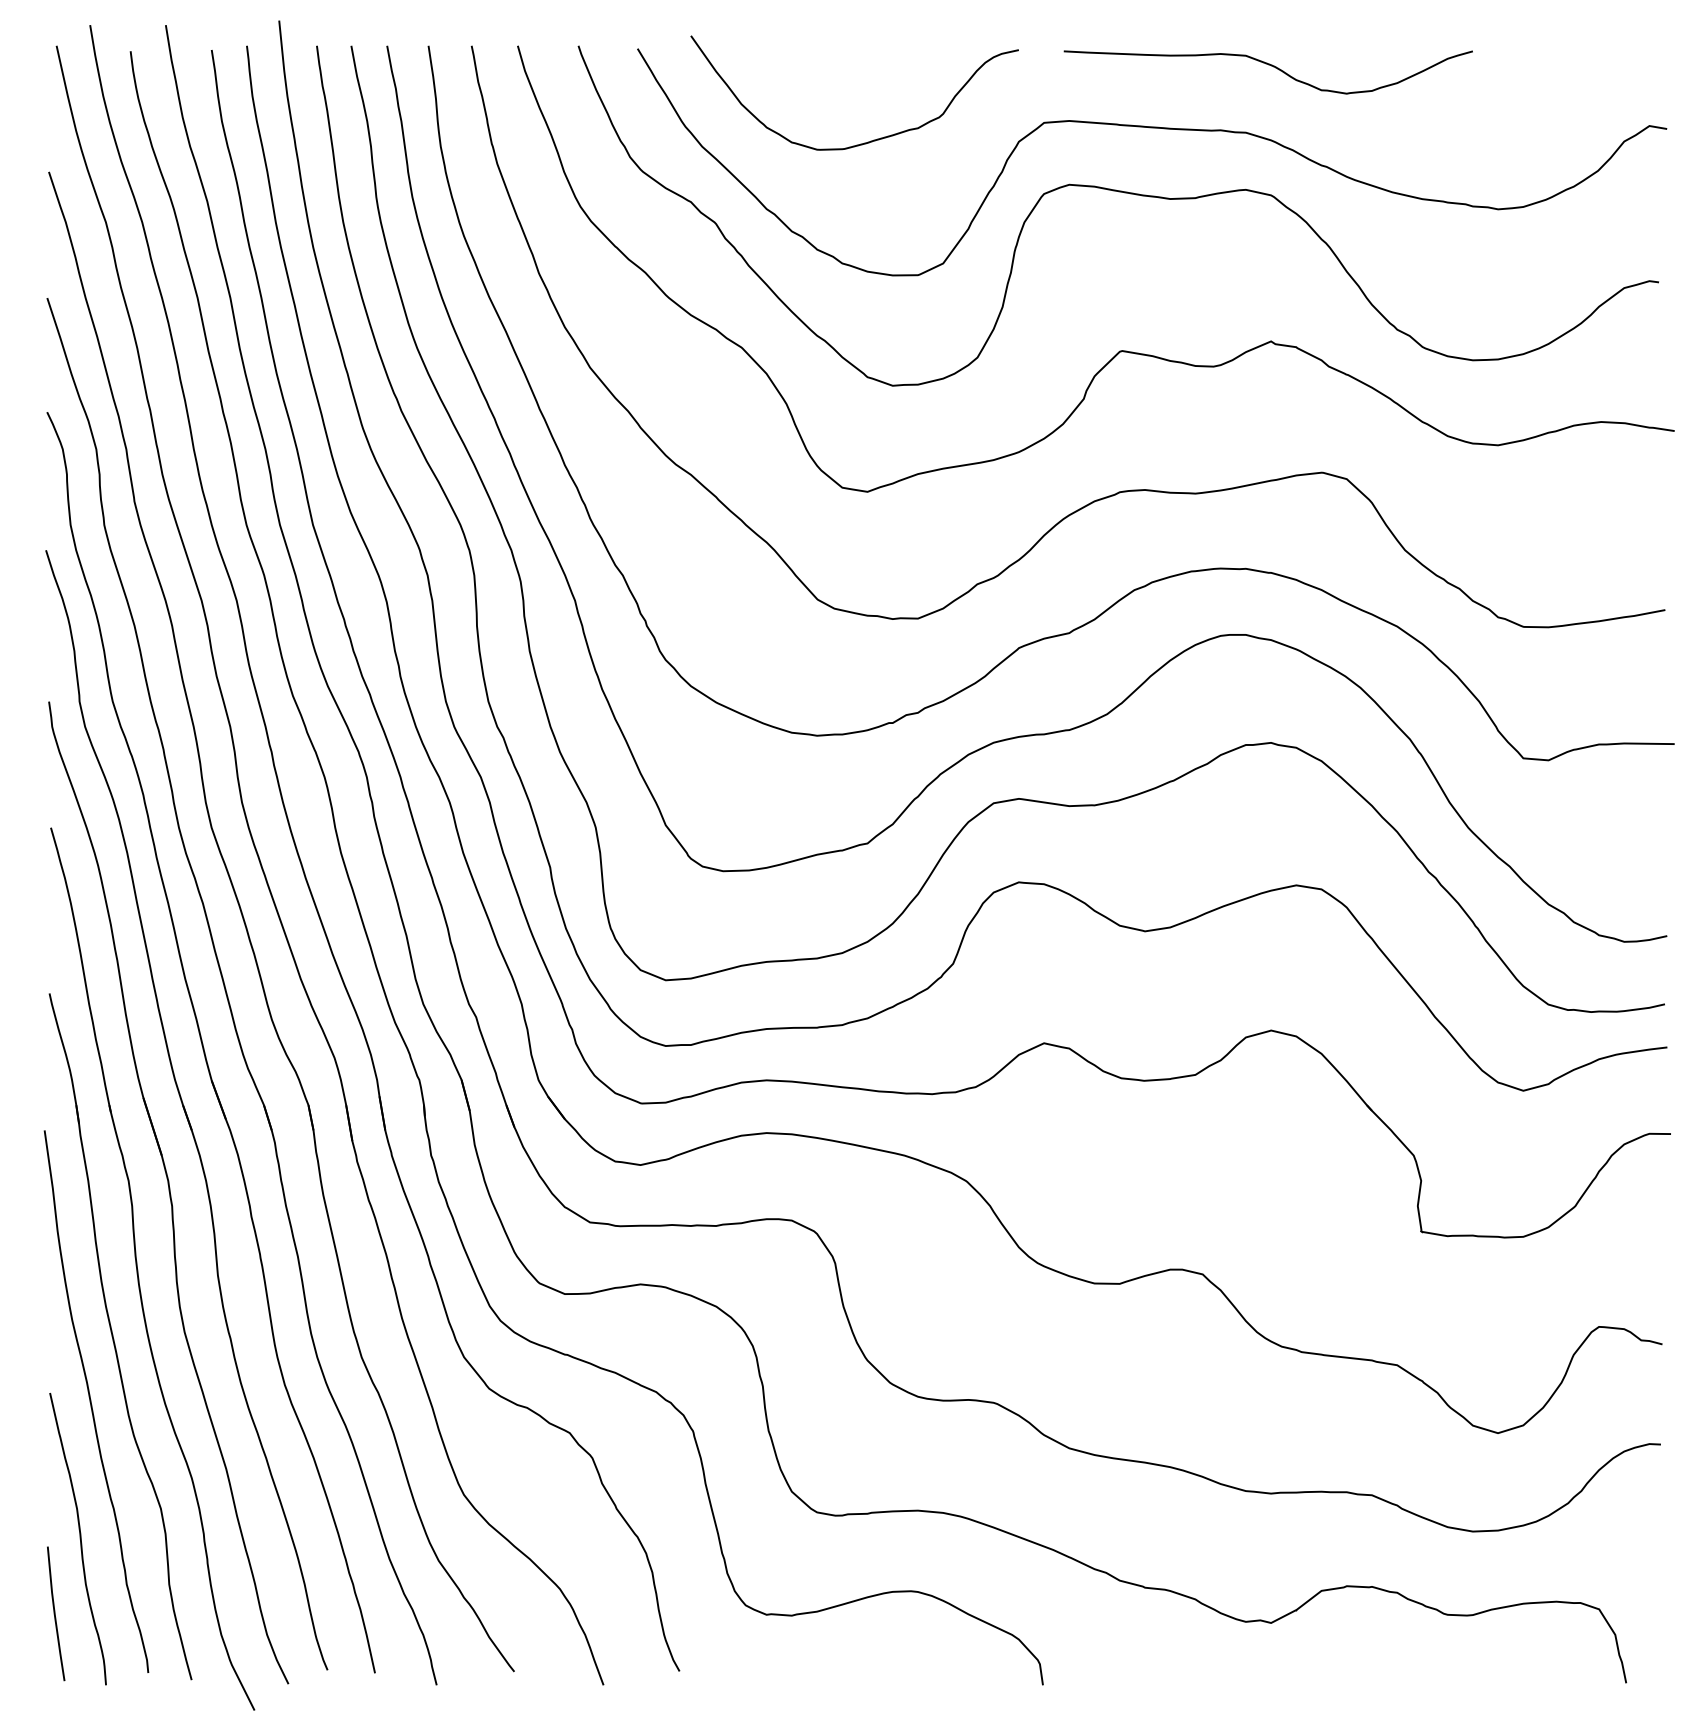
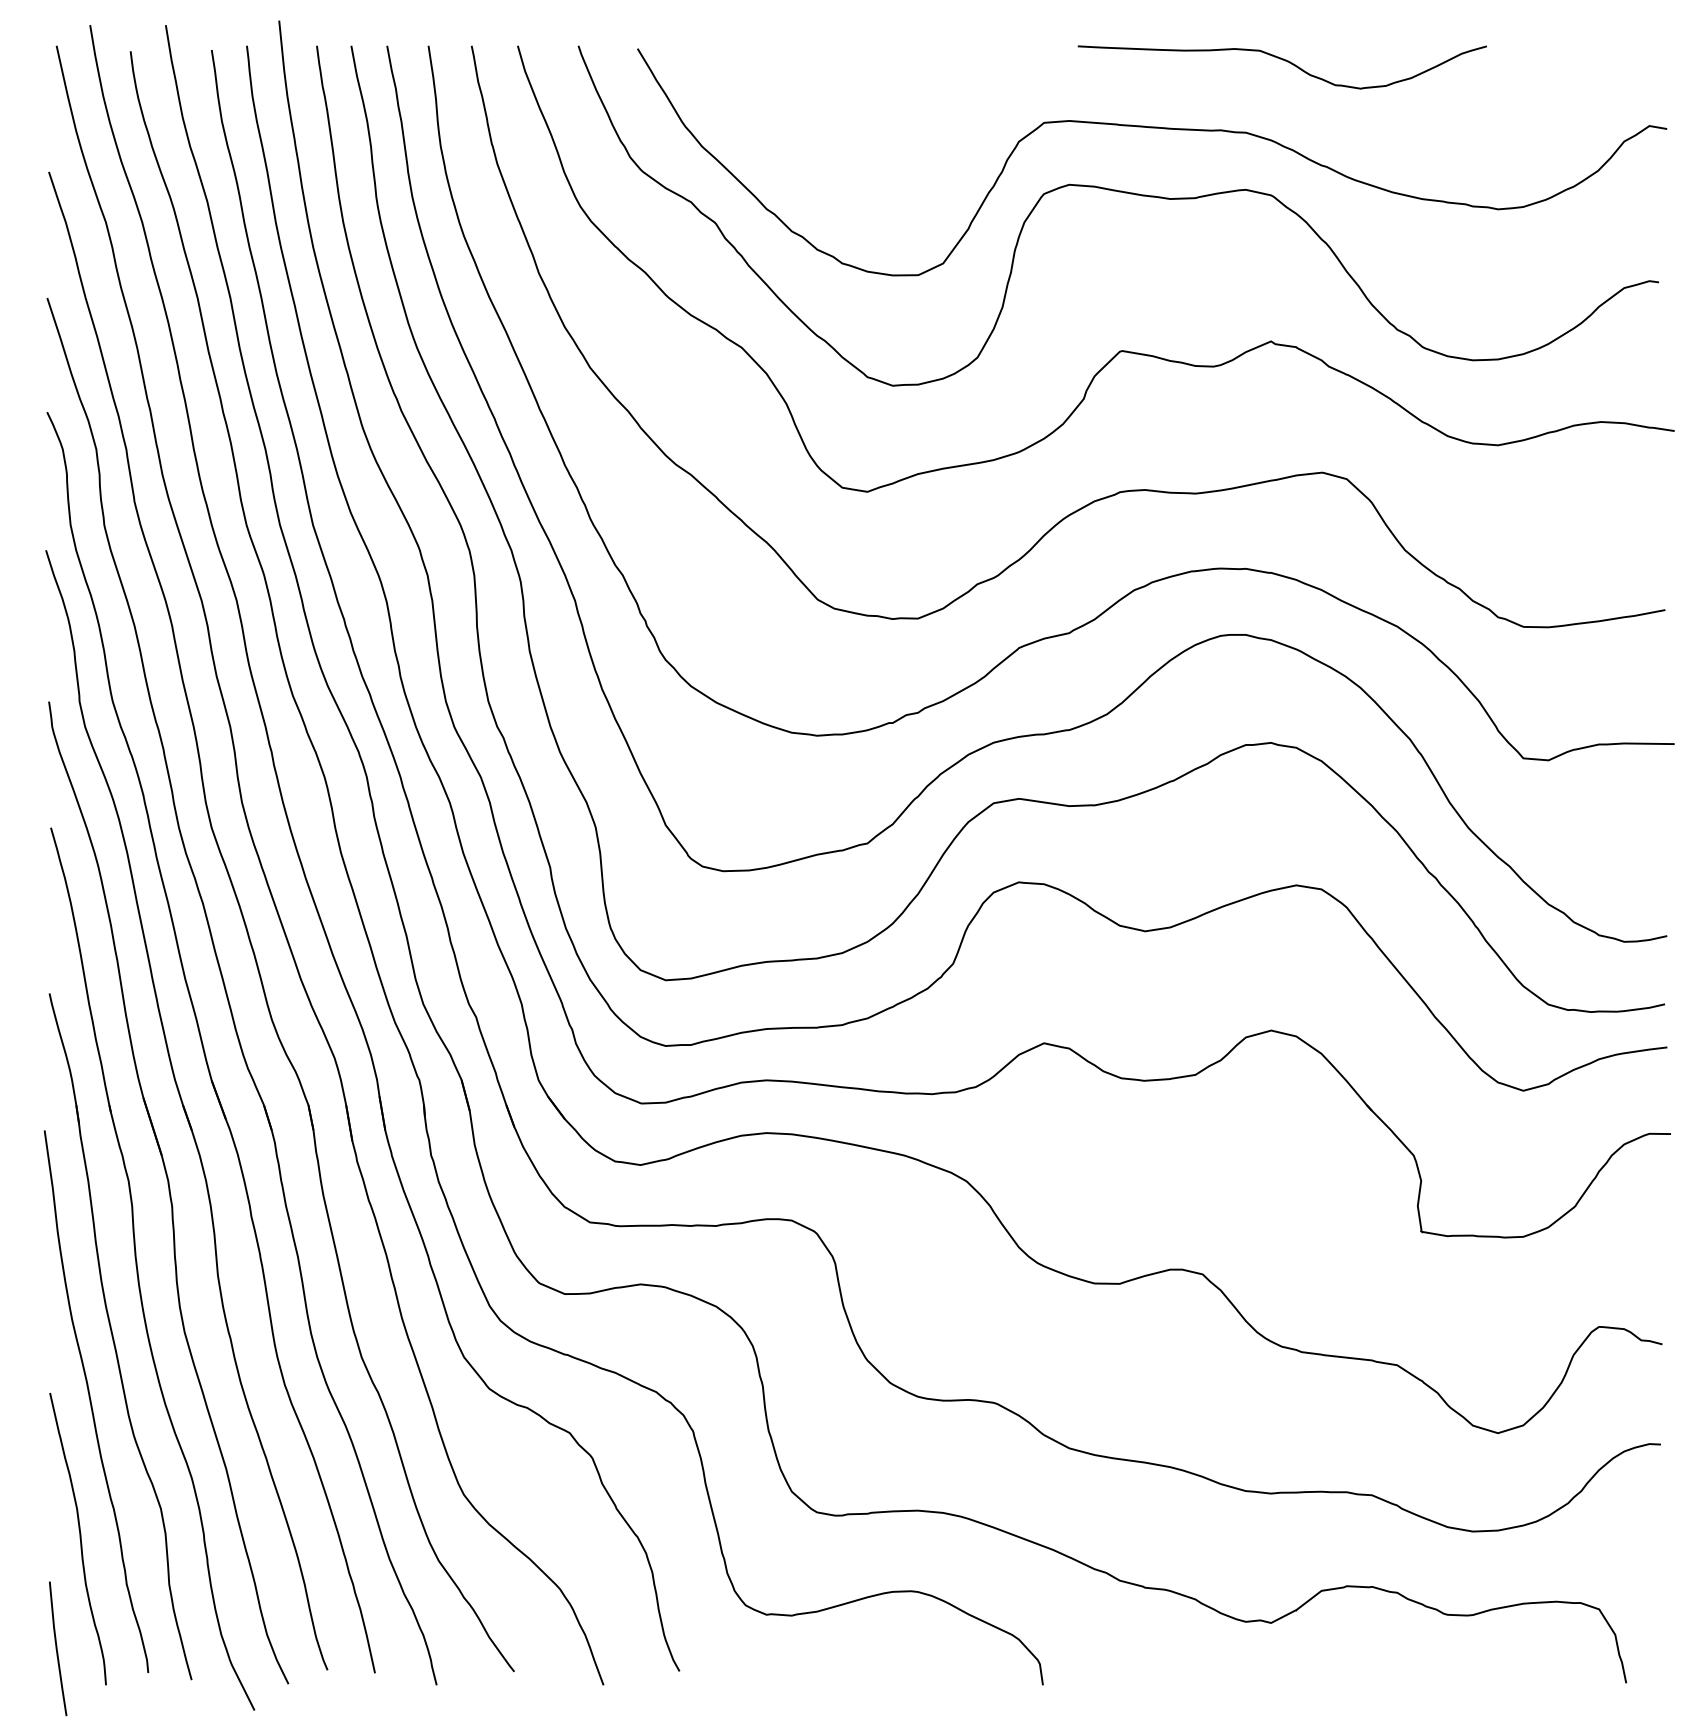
curve at (1268, 65) position: (1268, 65) -> (1282, 60)
curve at (870, 140): present -> none
line at (55, 1613) position: (55, 1613) -> (57, 1648)
